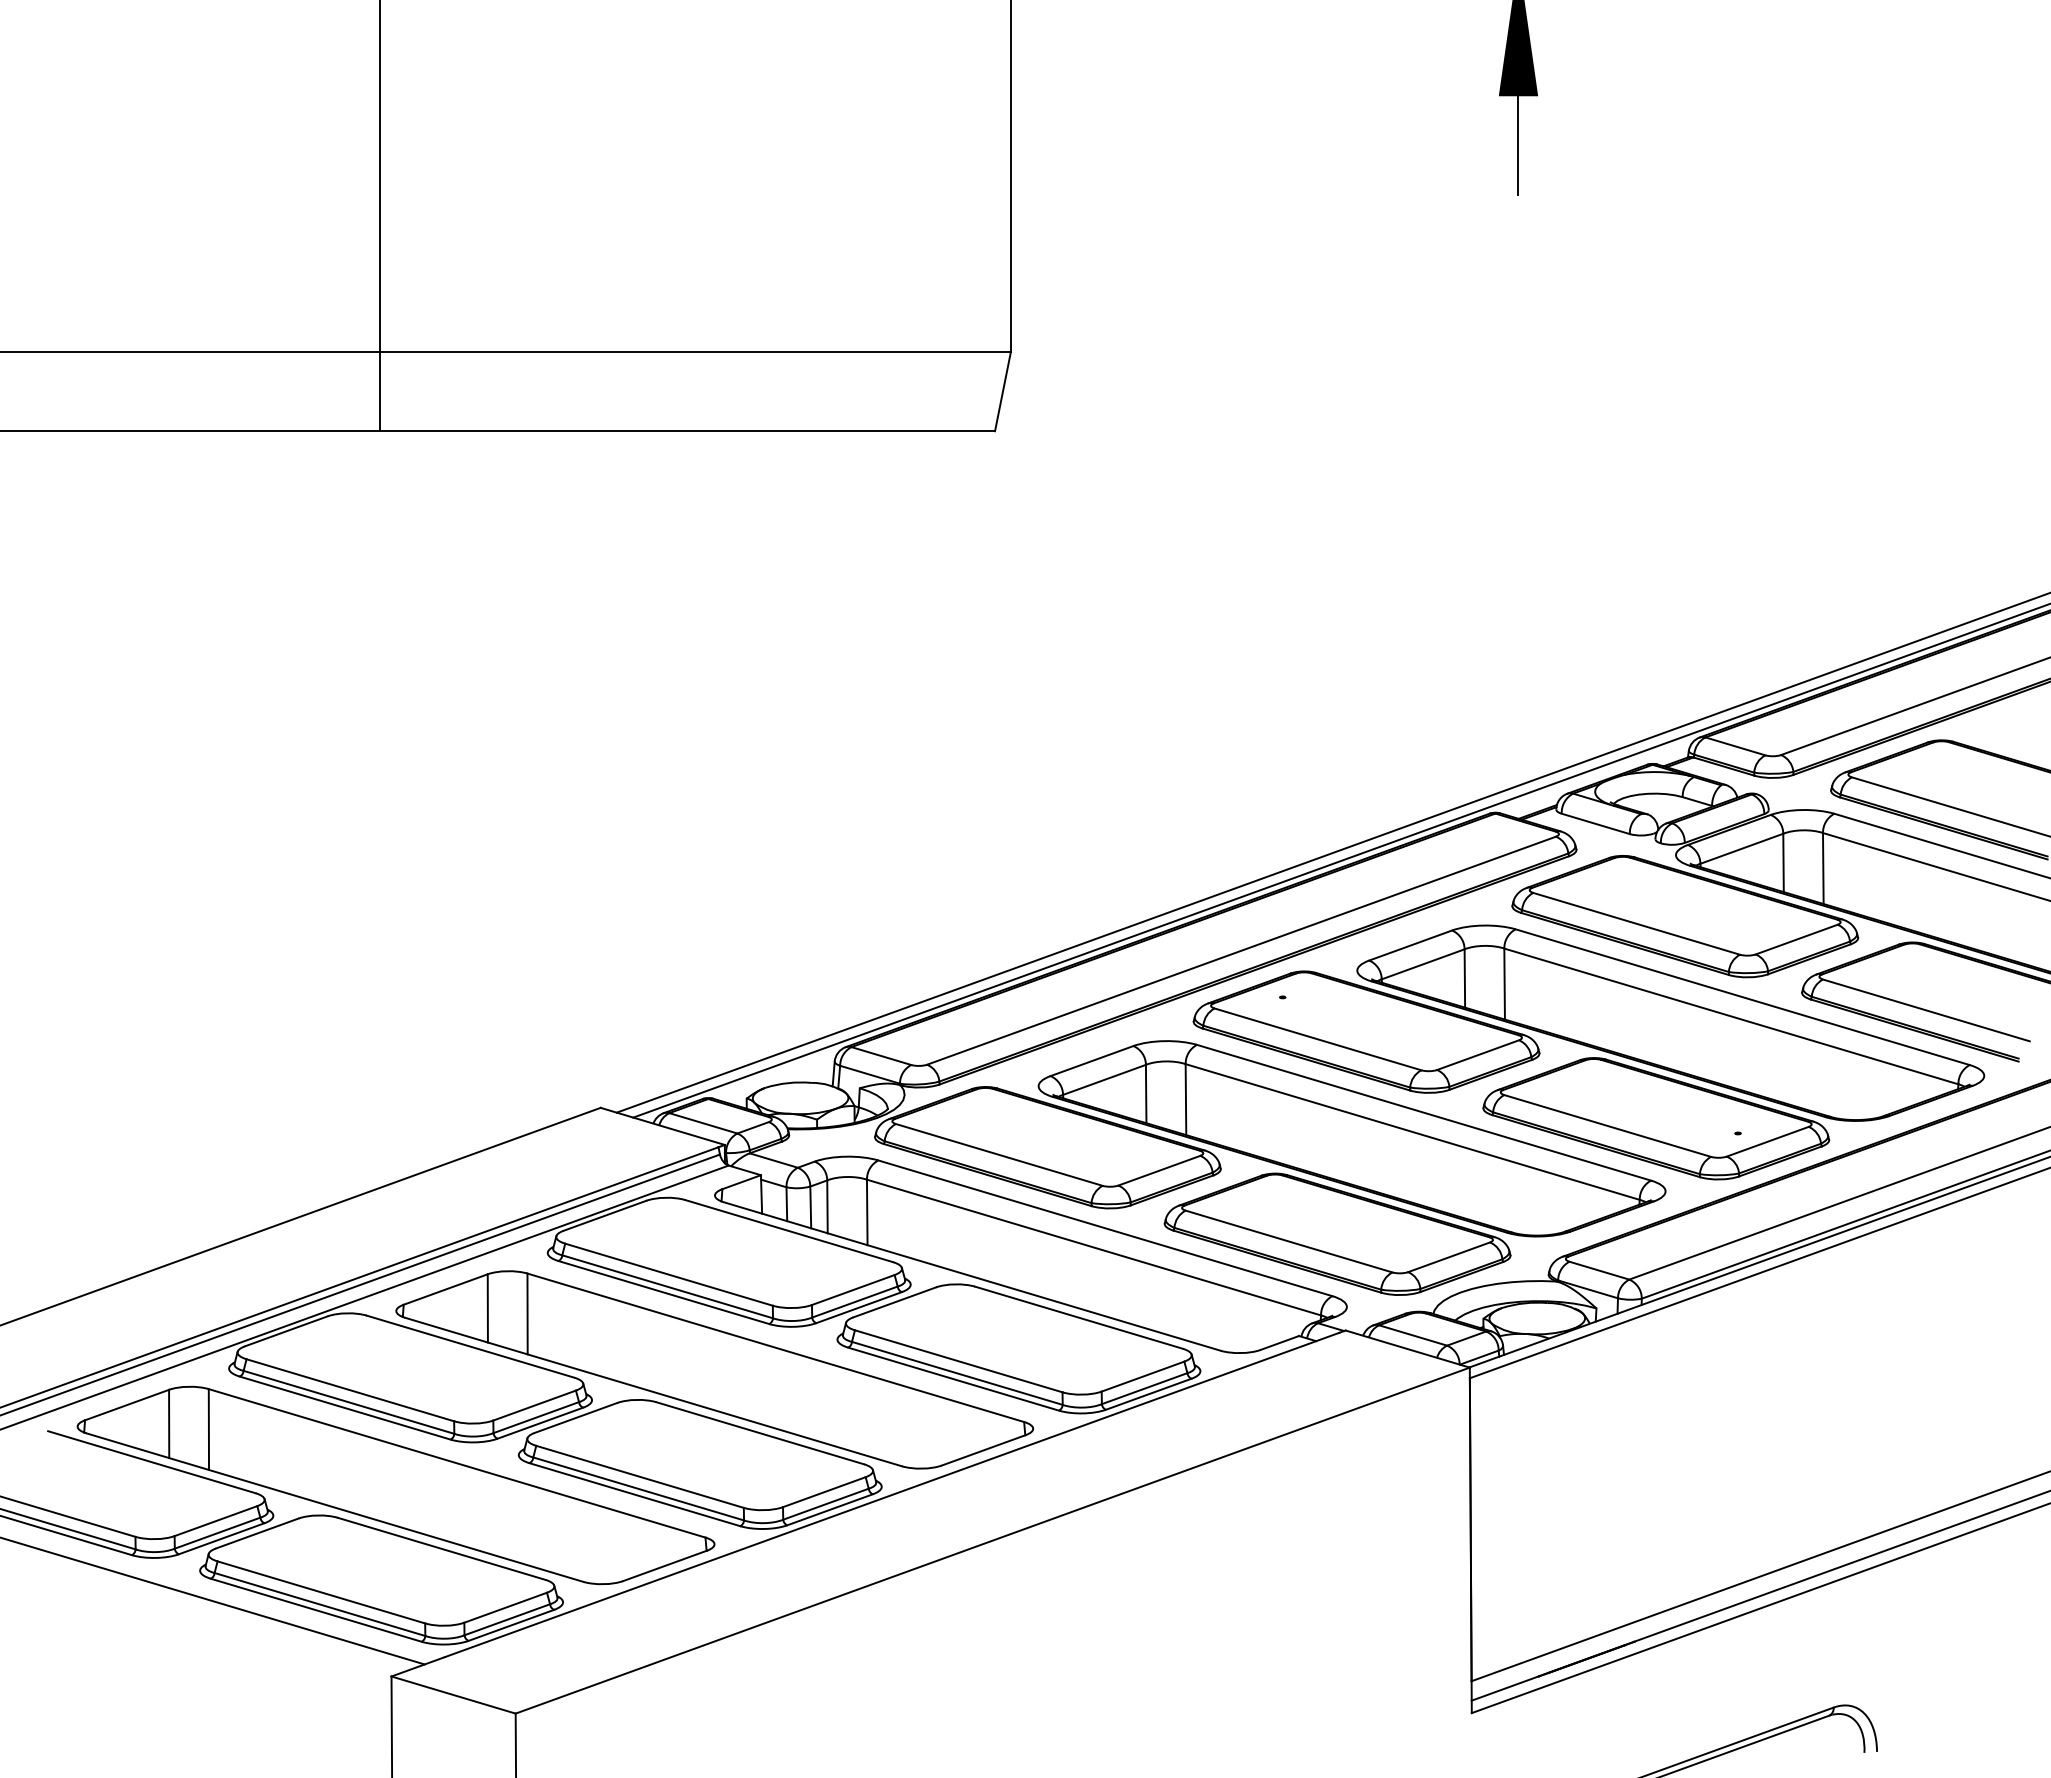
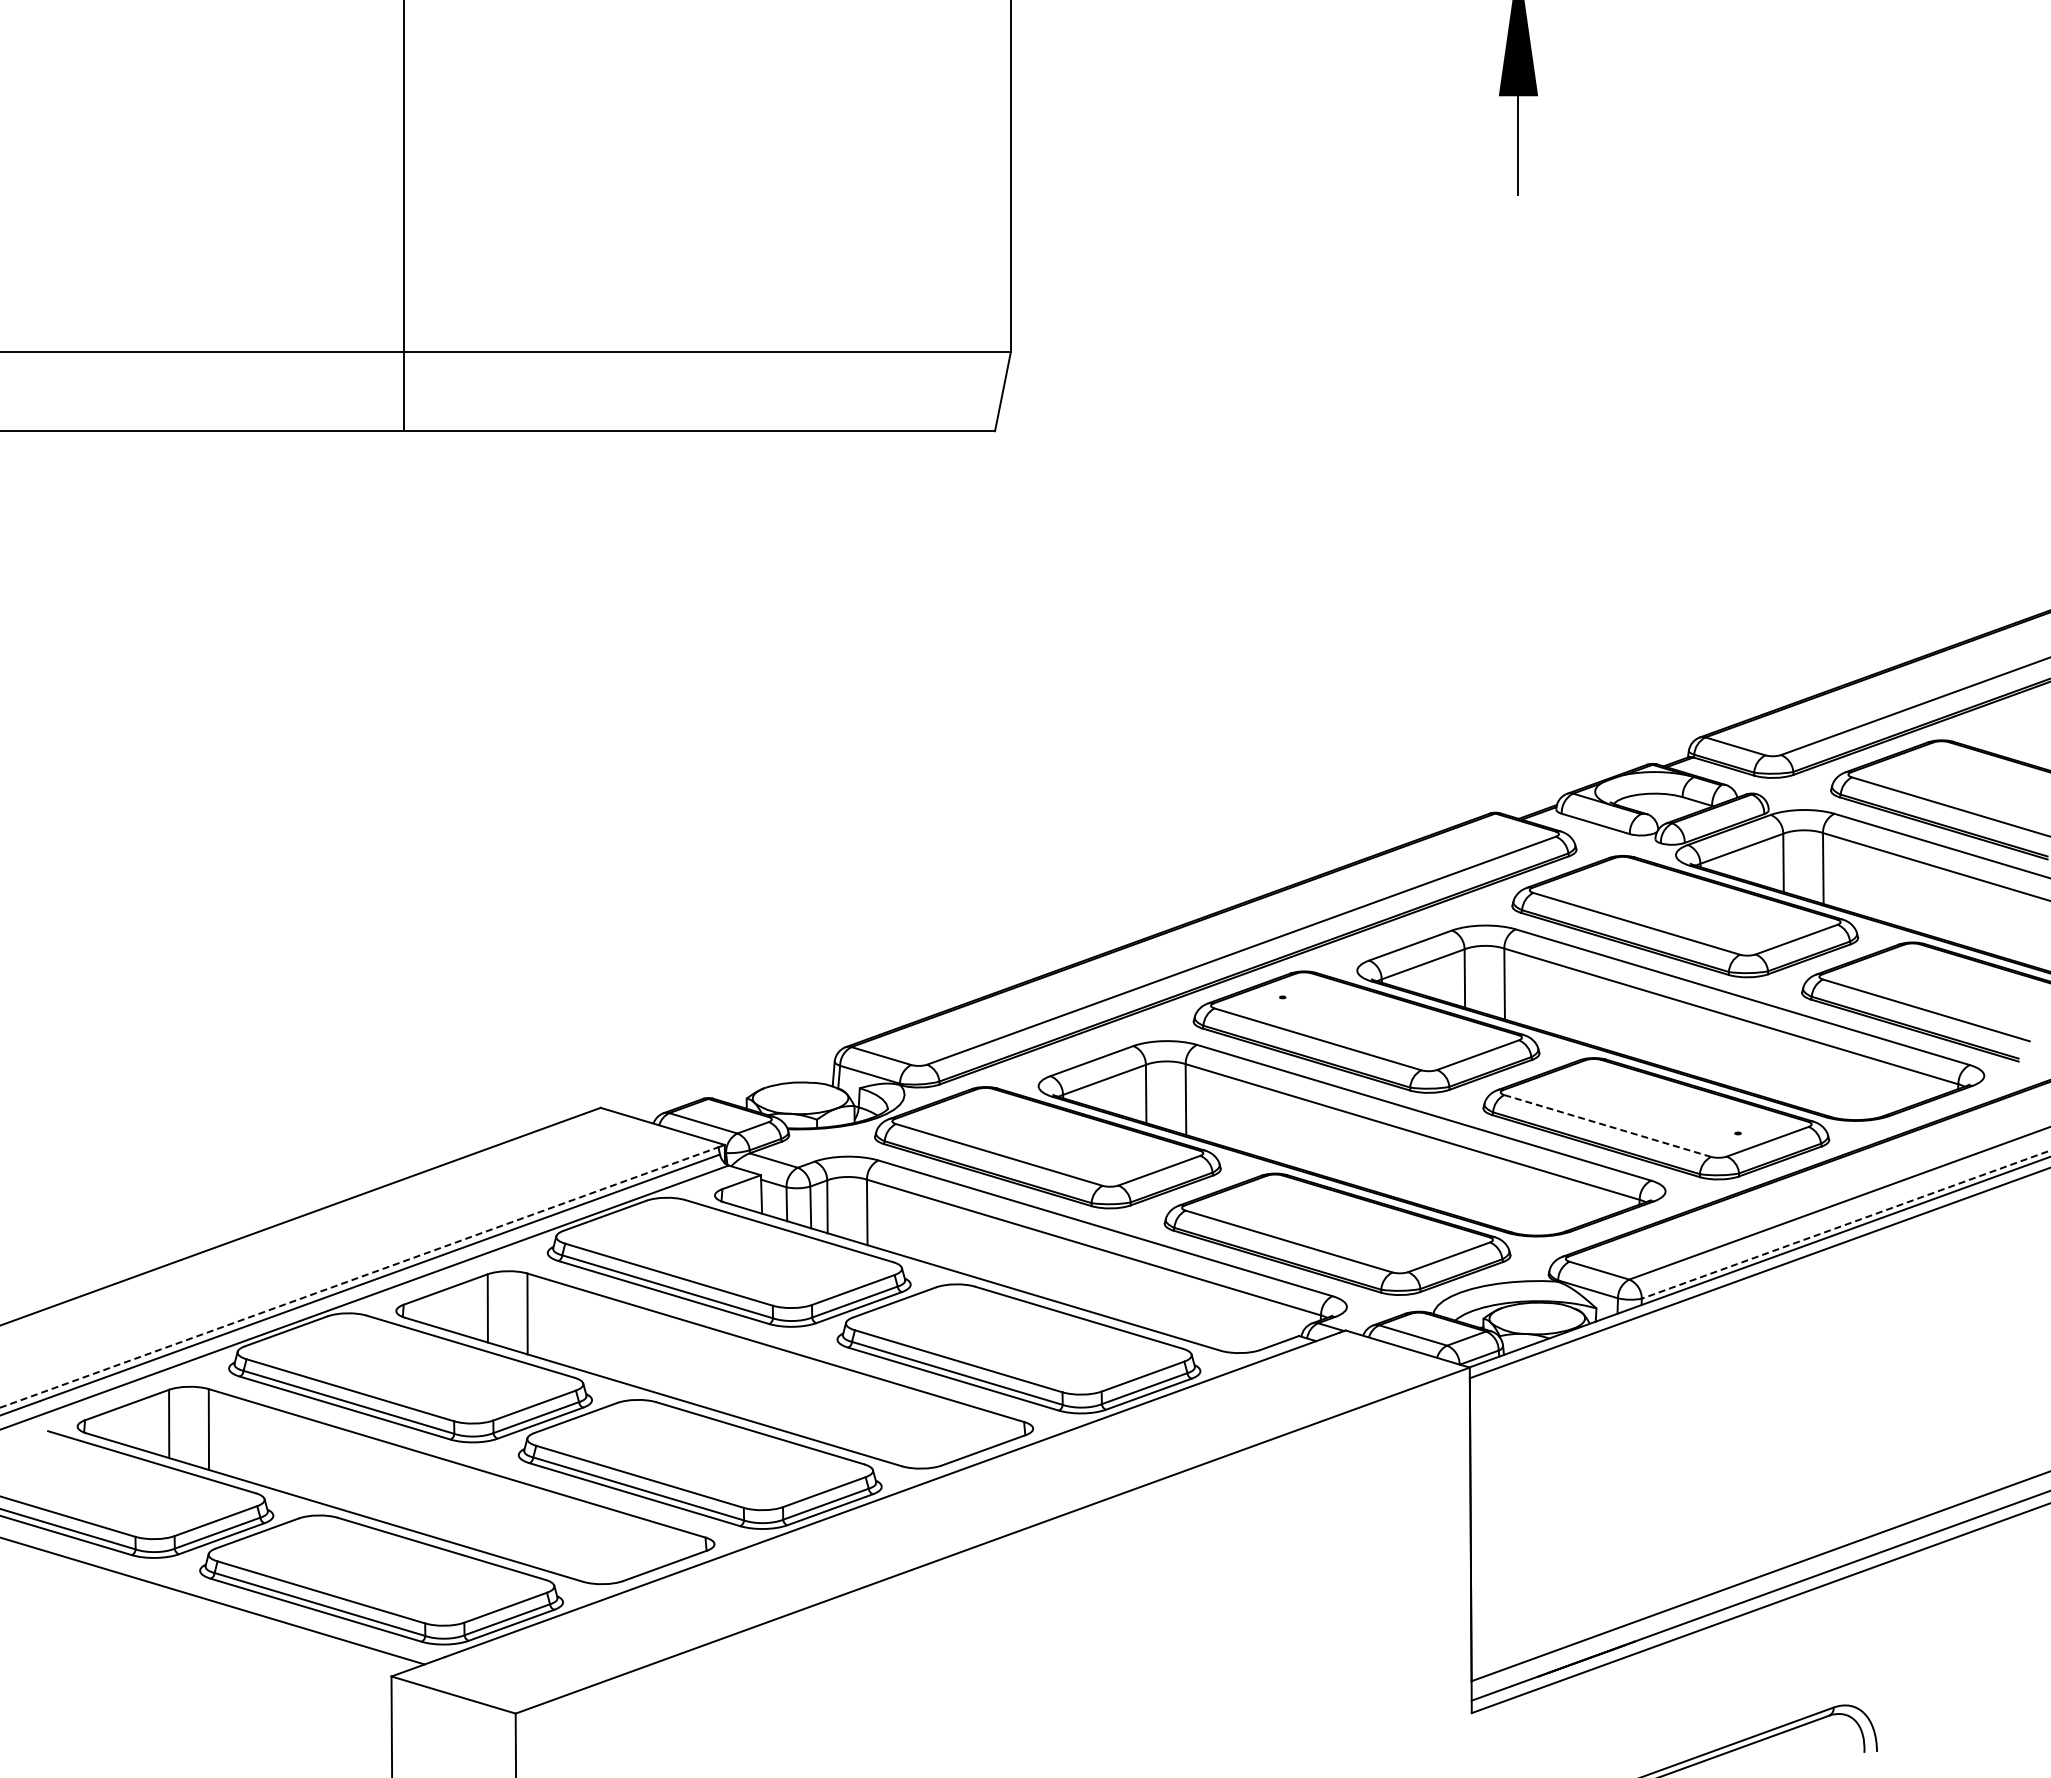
line at (380, 216) position: (380, 216) -> (404, 216)
line at (1331, 852): present -> none
line at (1340, 860): present -> none
line at (1607, 1125): solid -> dashed
line at (1845, 1224): solid -> dashed
line at (359, 1277): solid -> dashed
